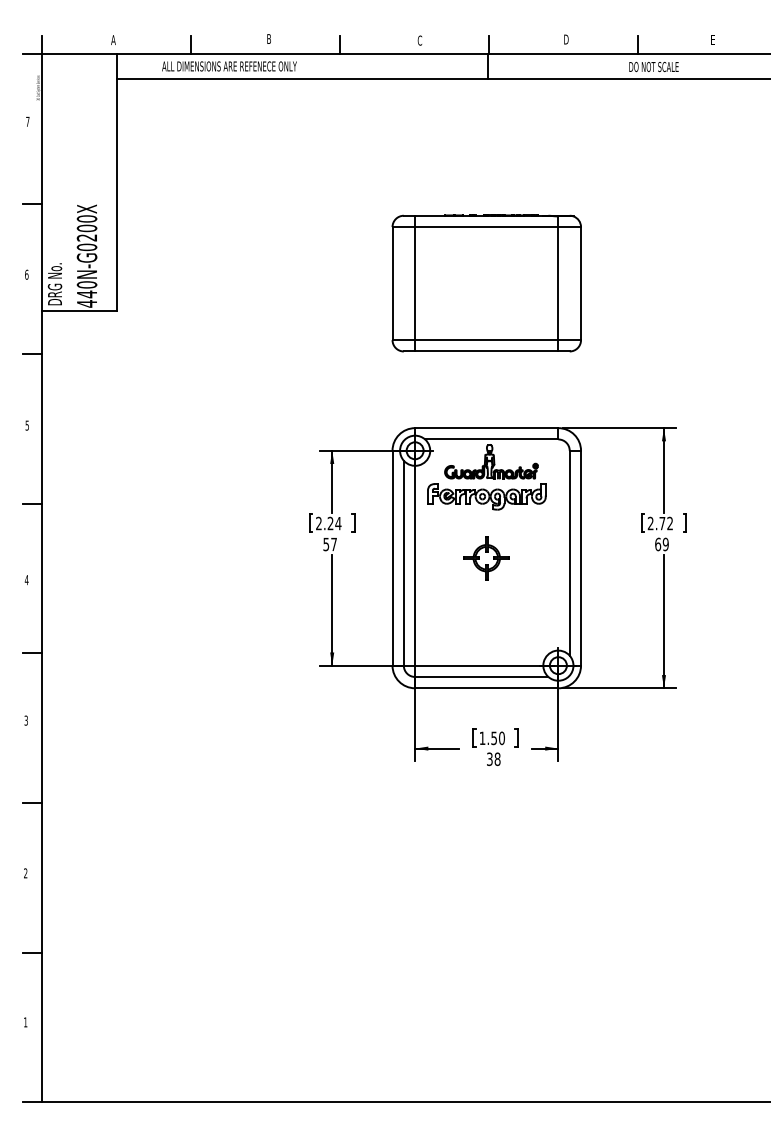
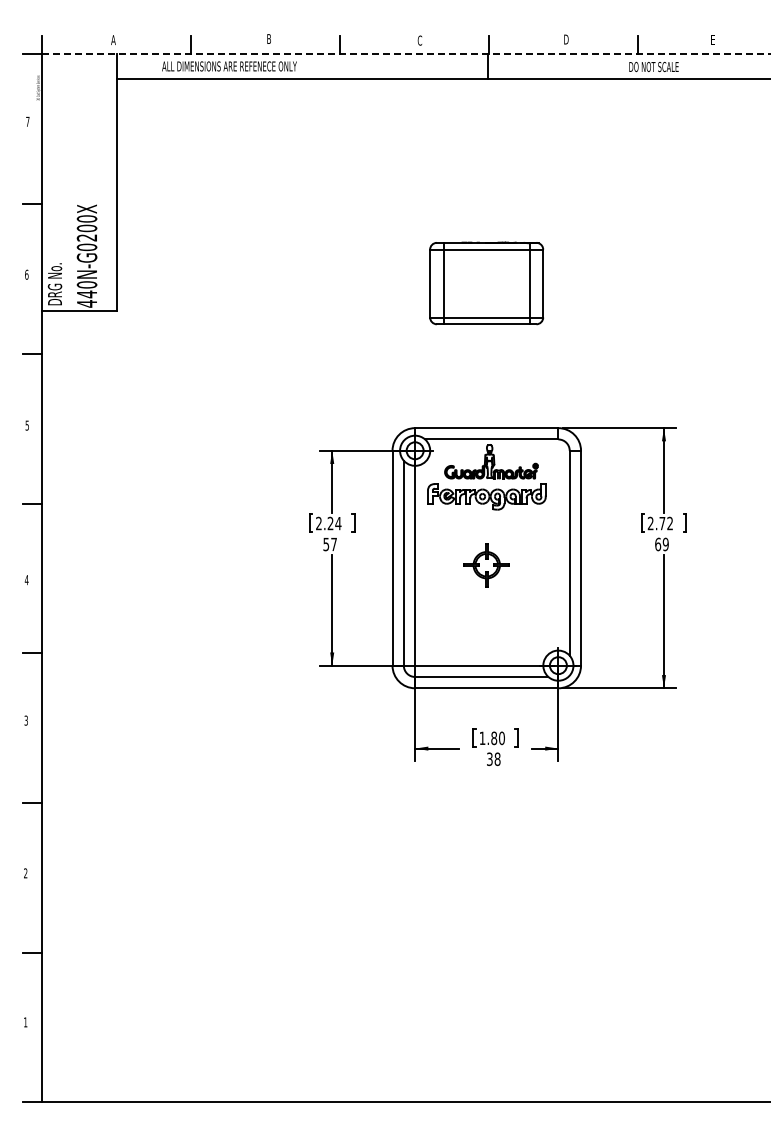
line at (406, 54): solid -> dashed
part at (486, 283) size: 191x139 px -> 116x85 px
part at (486, 558) position: (486, 558) -> (486, 565)
text at (494, 738): 1.50 -> 1.80
